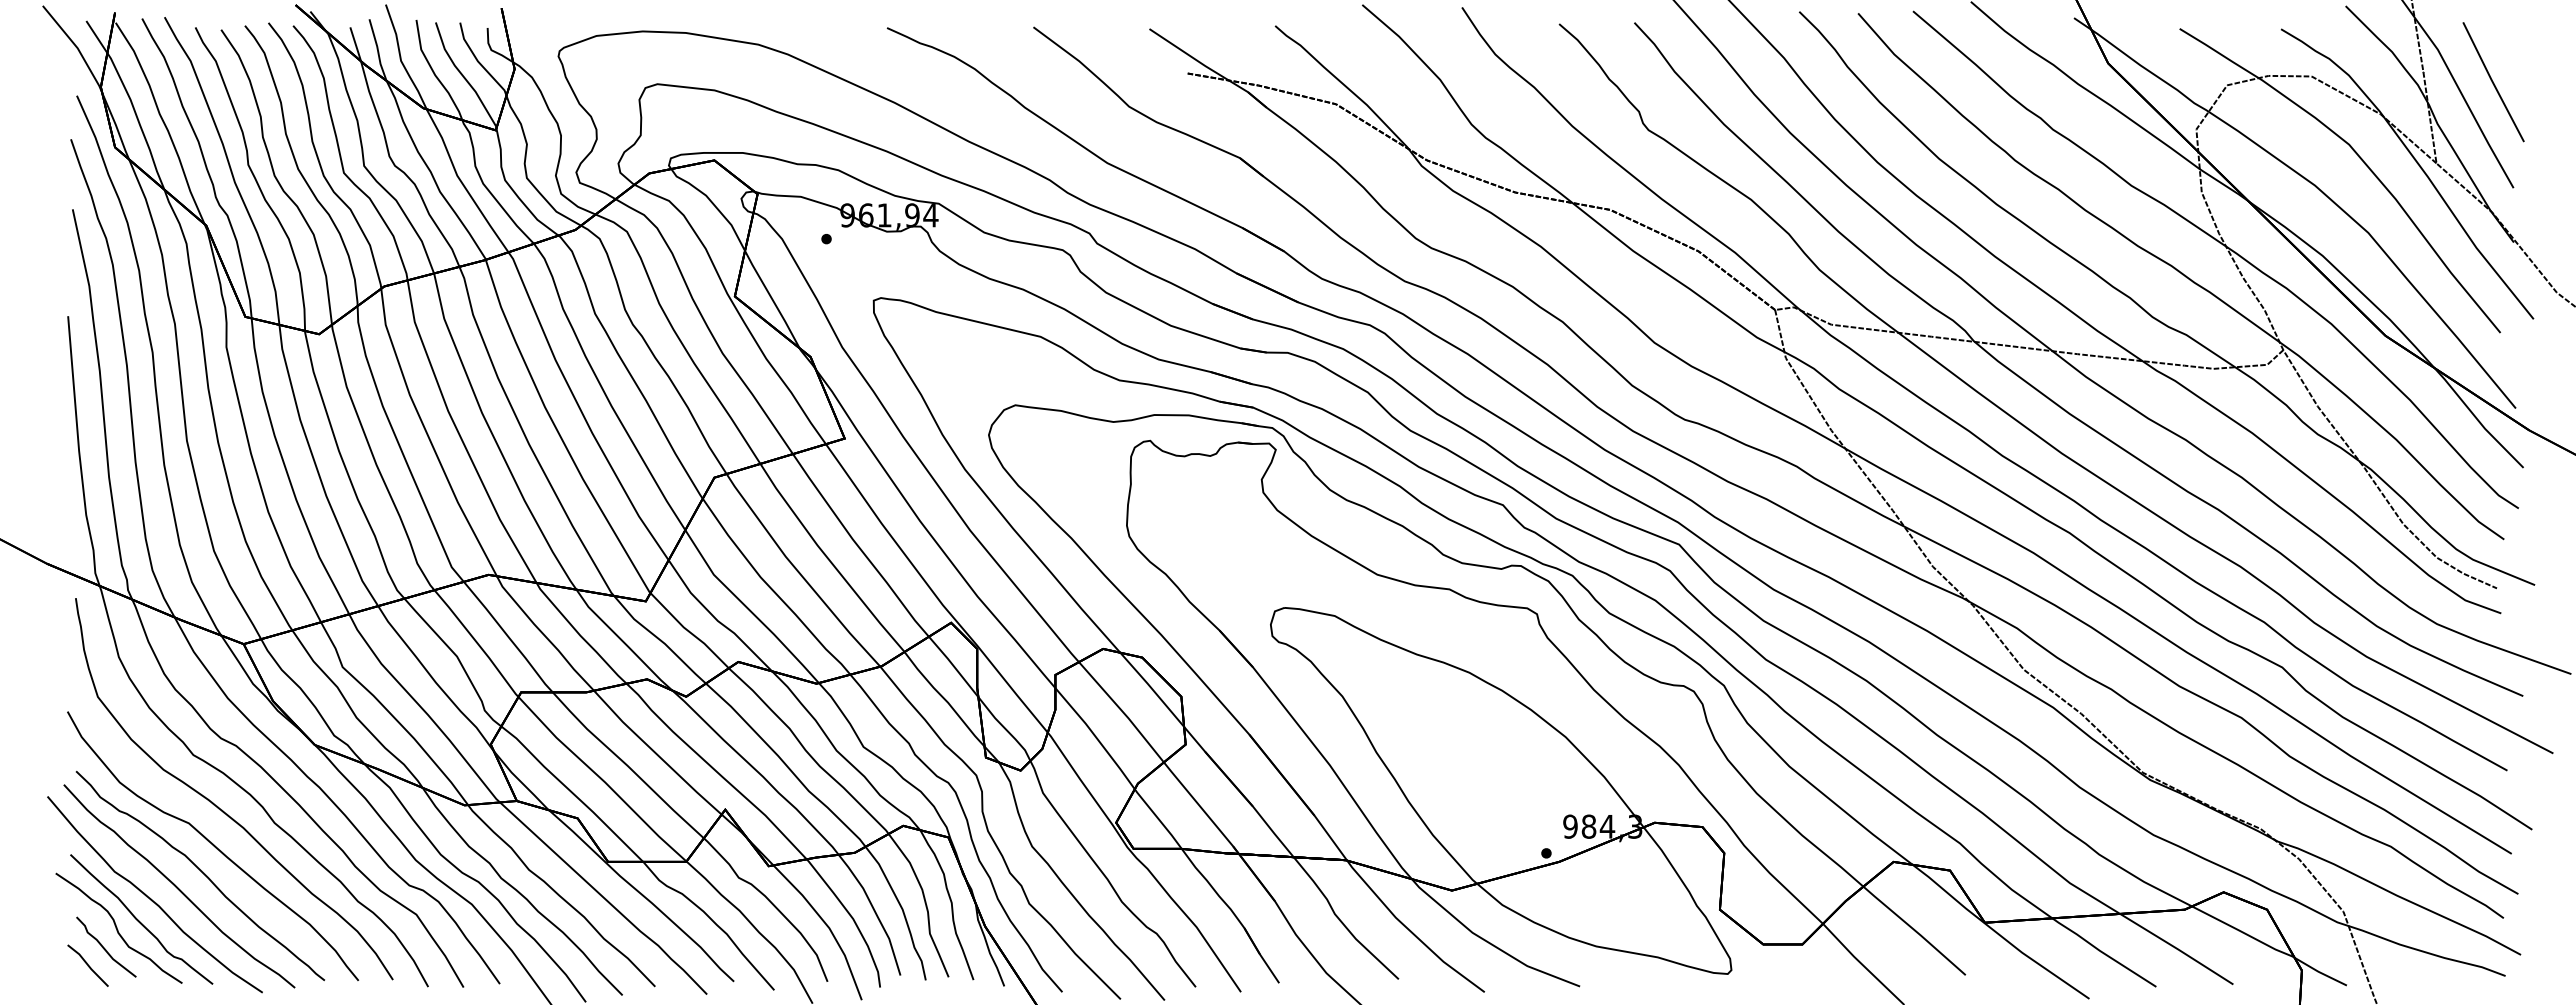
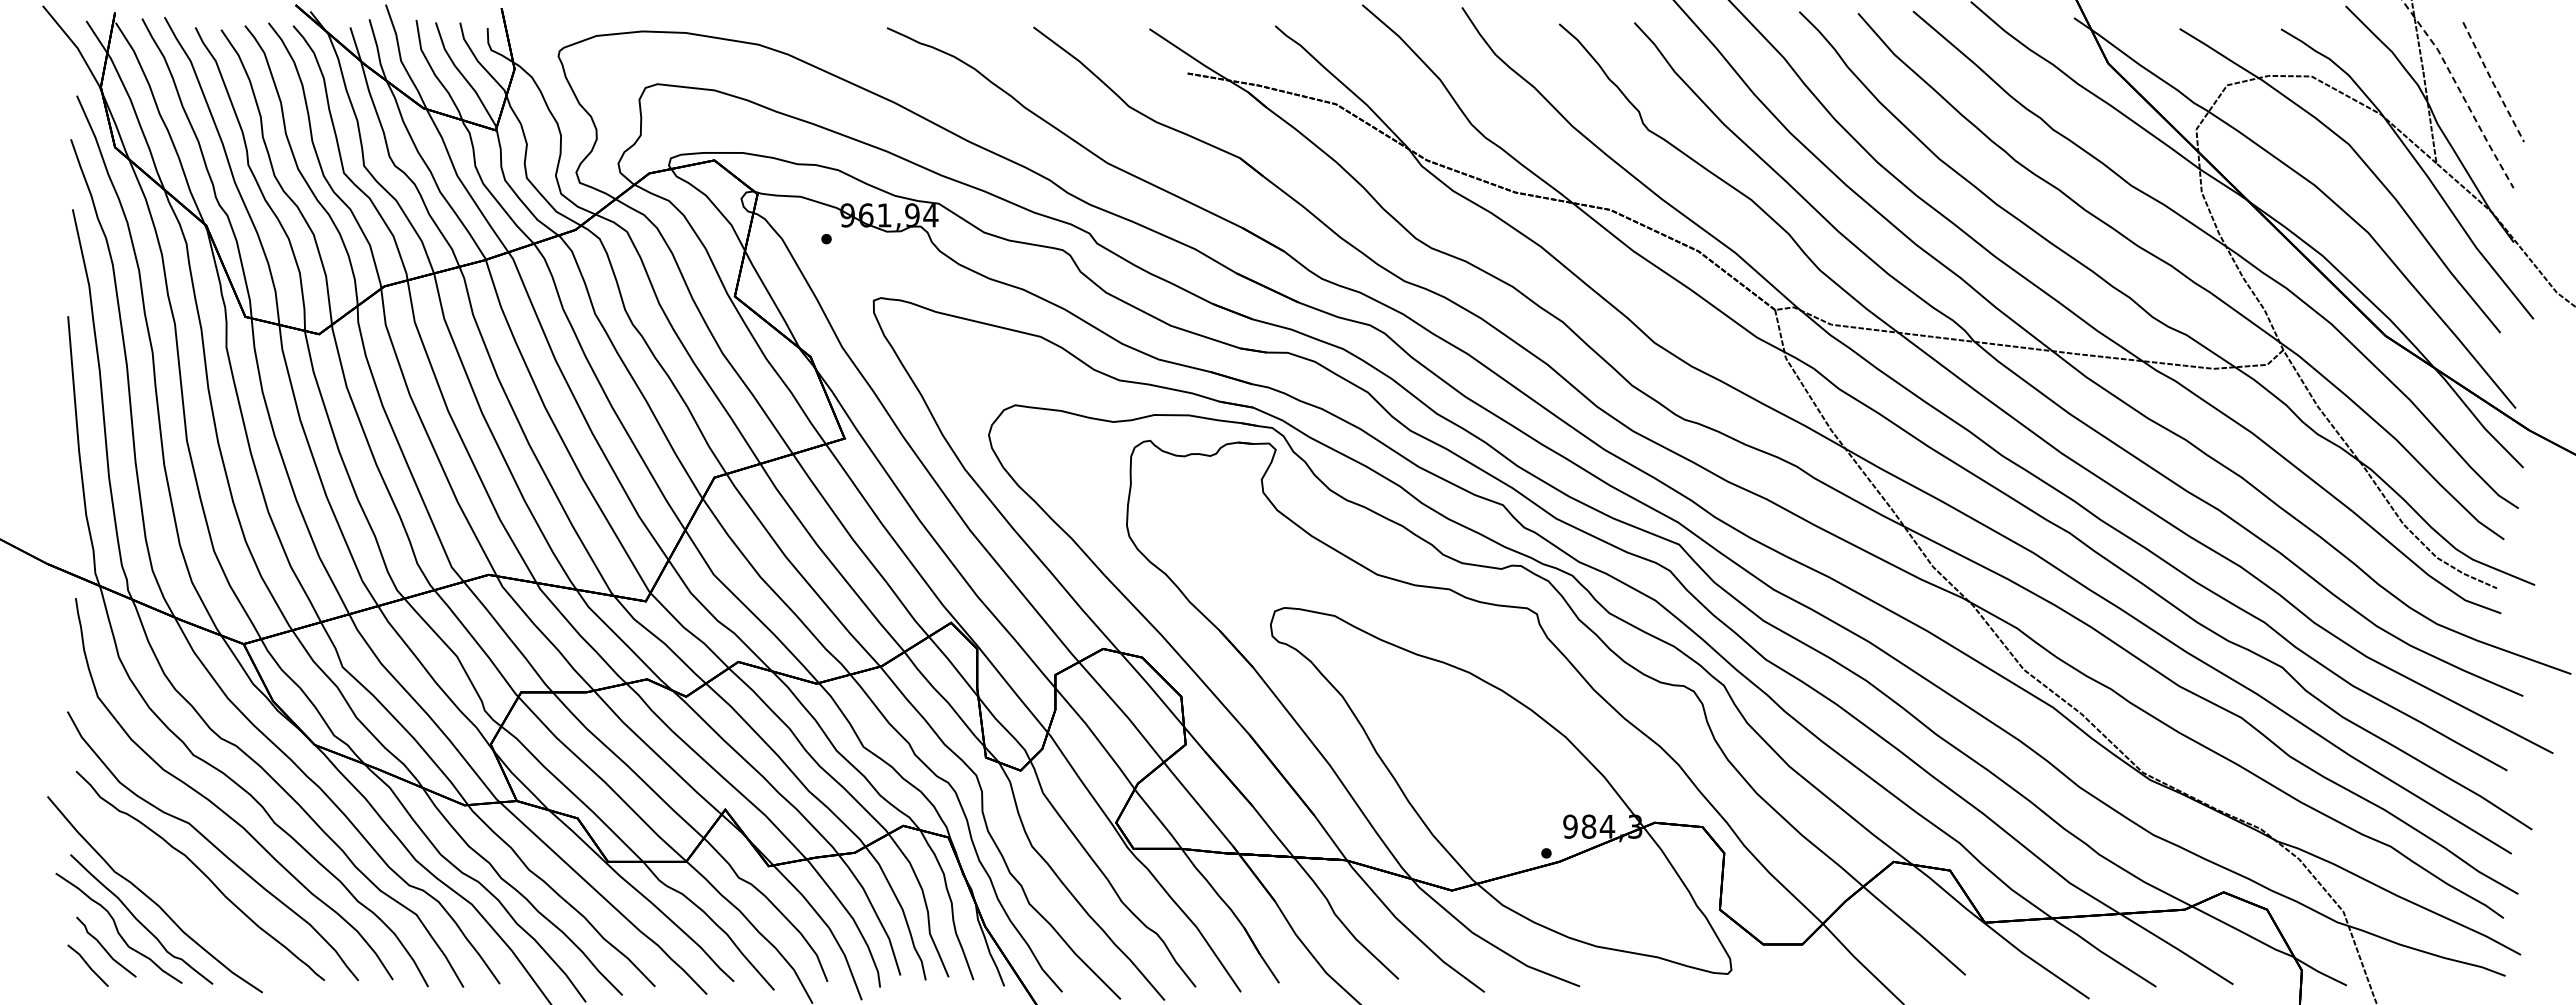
line at (2492, 82): solid -> dashed
line at (2460, 92): solid -> dashed
curve at (178, 887): present -> none
